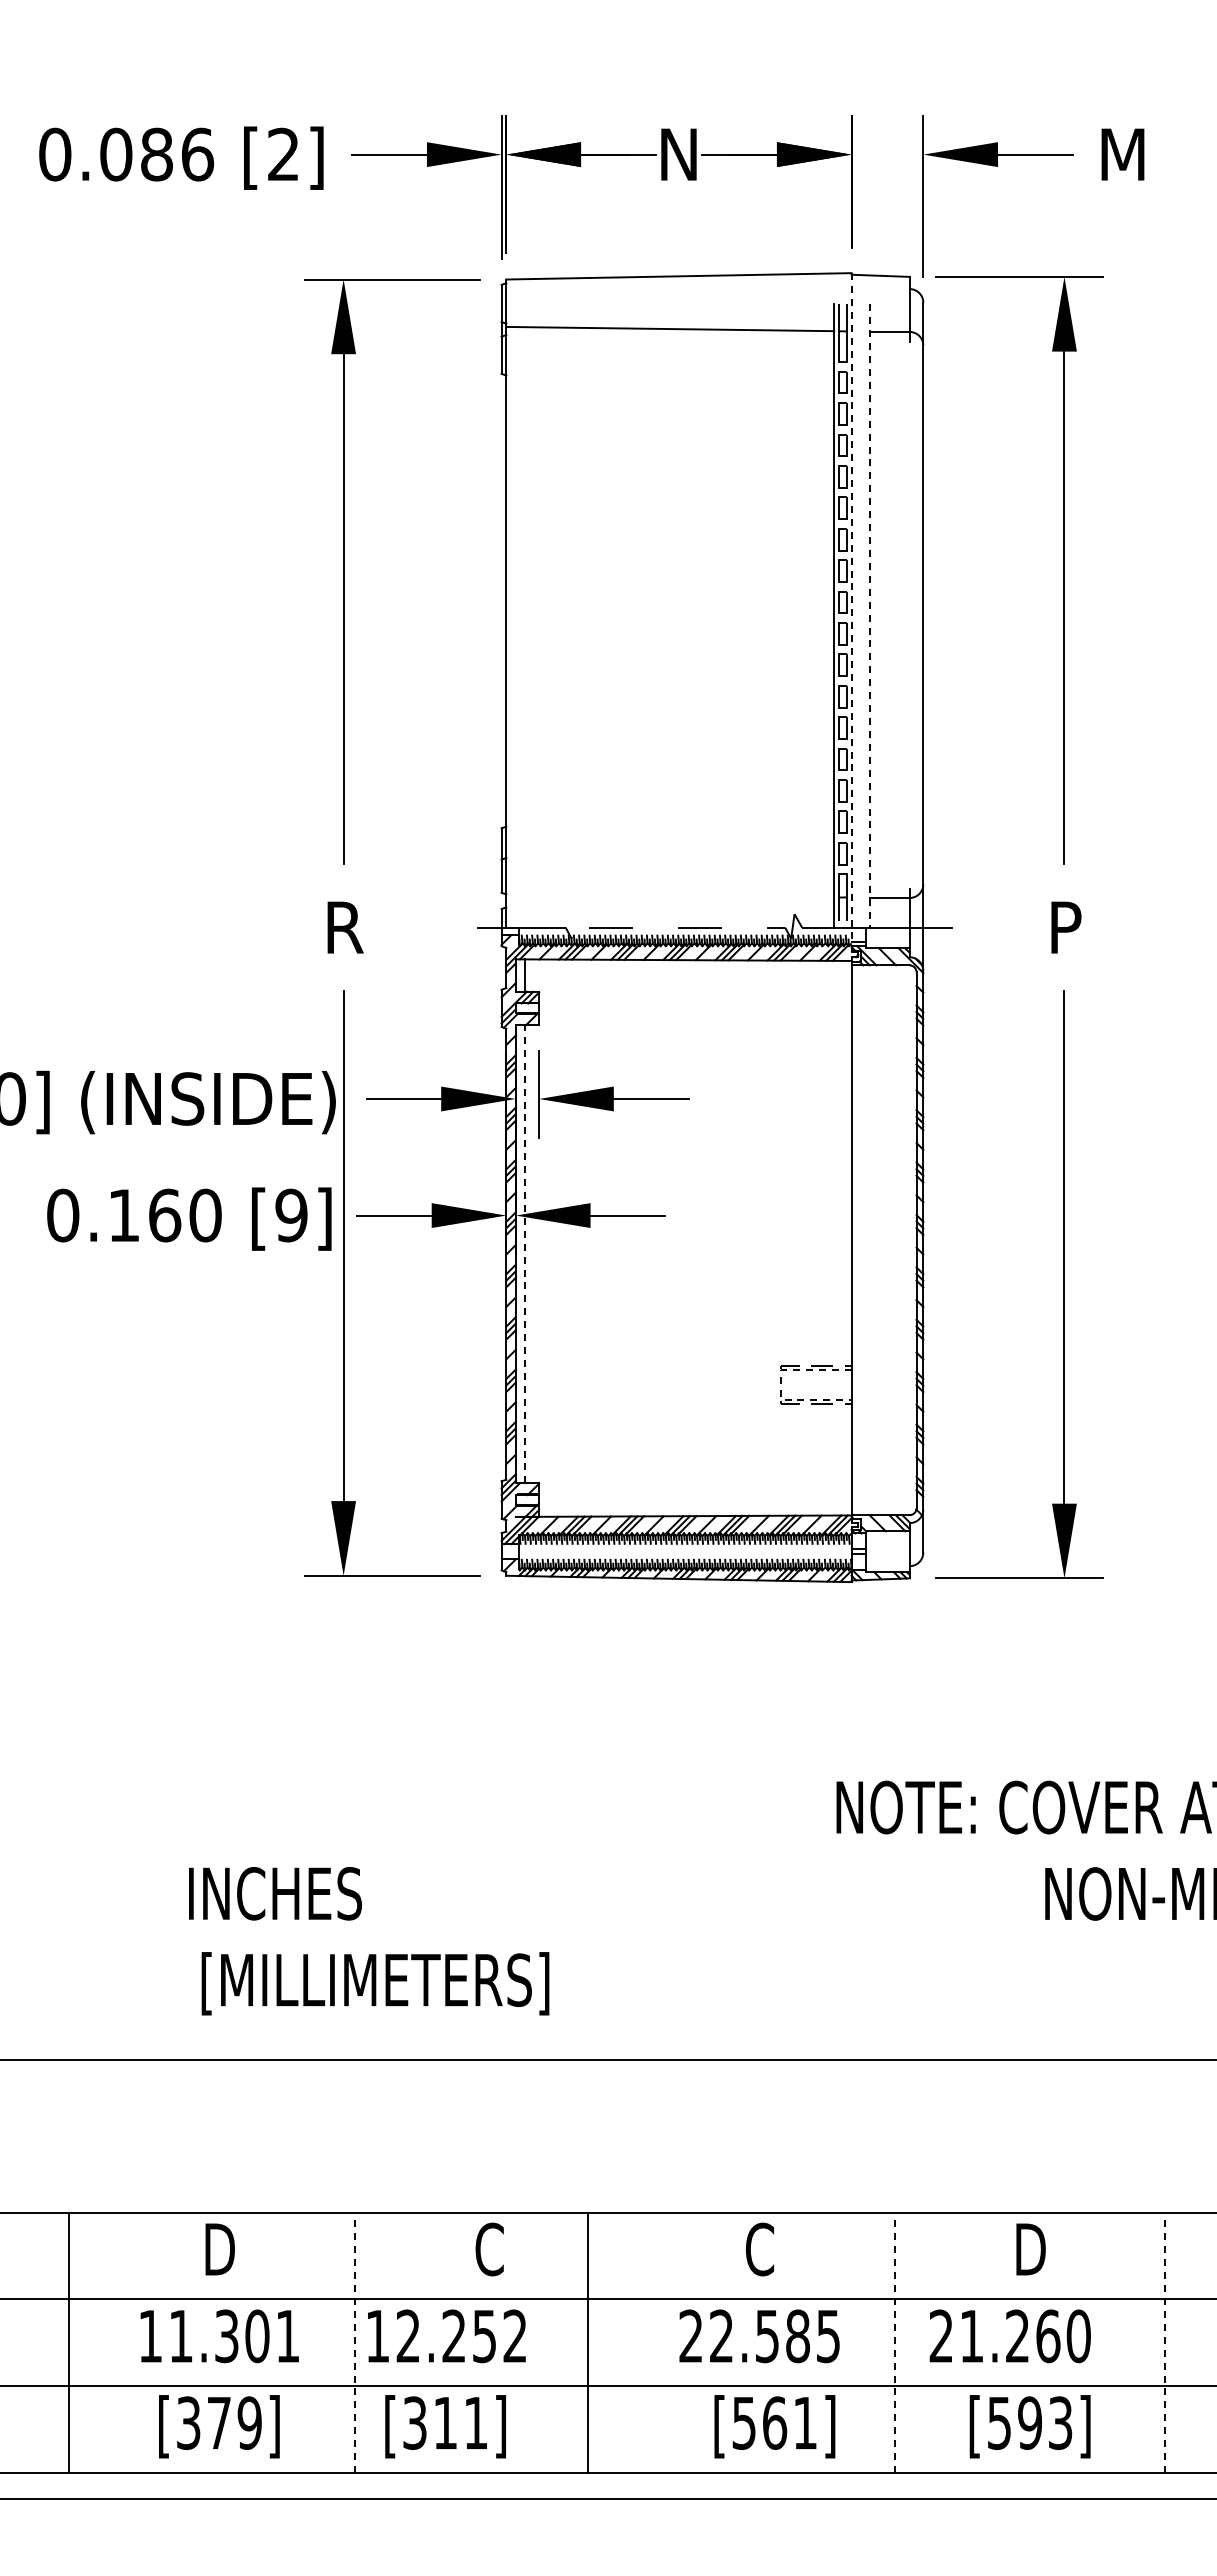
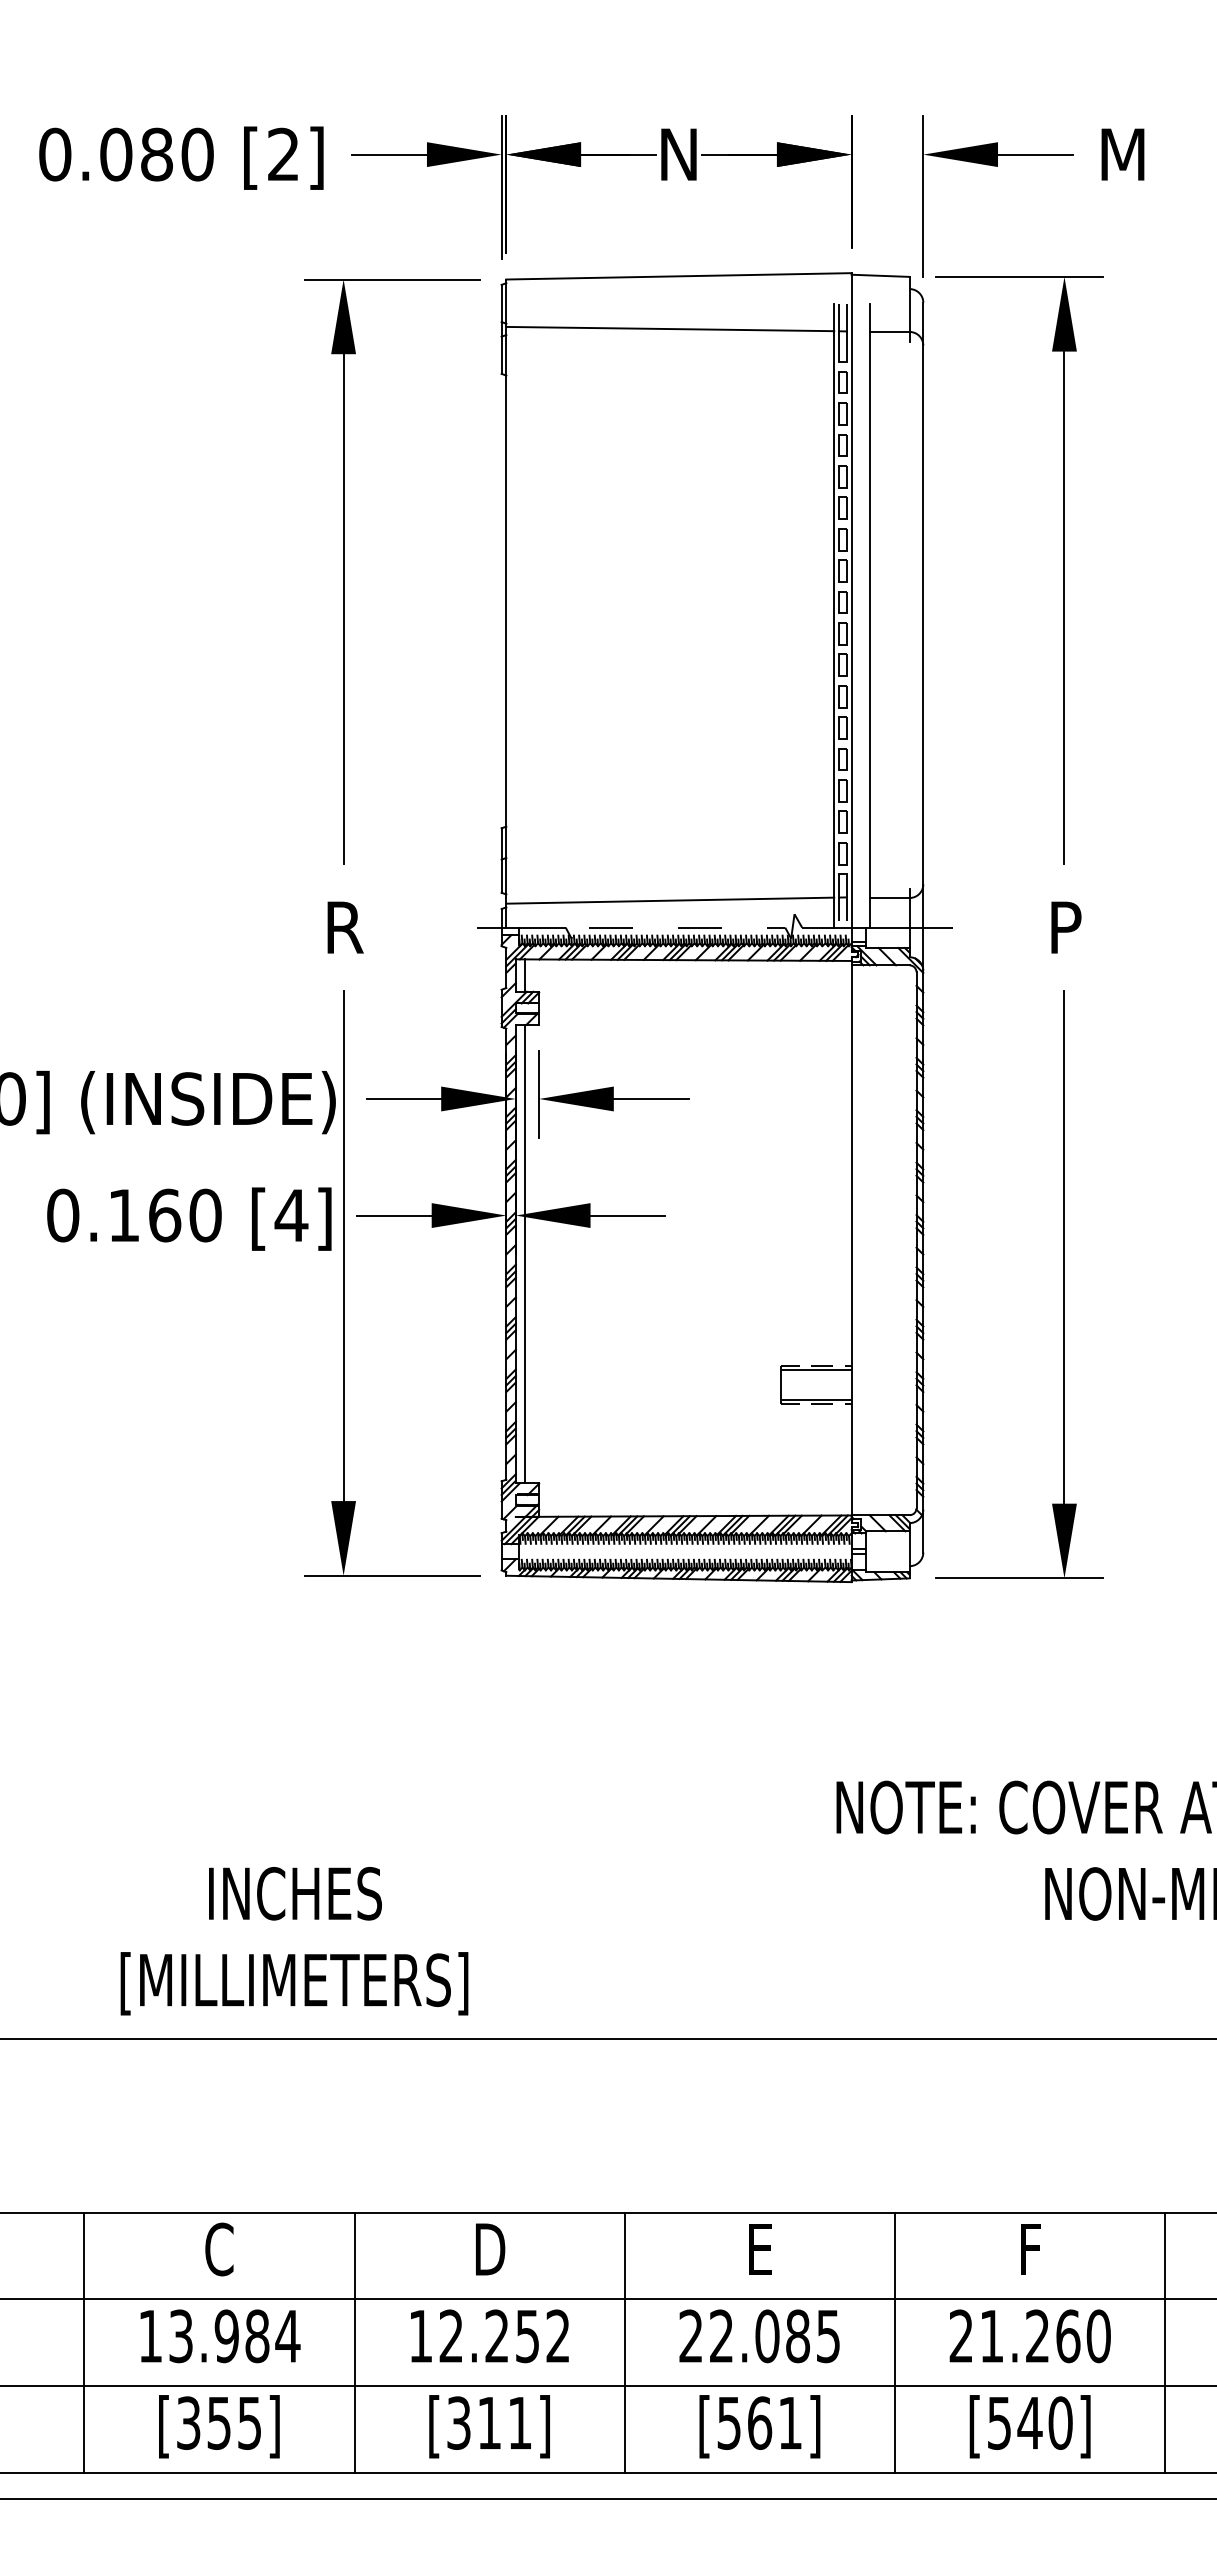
text at (197, 154): 0.086 -> 0.080
line at (851, 612): dashed -> solid
line at (869, 616): dashed -> solid
line at (670, 900): none -> present
text at (291, 1215): [9] -> [4]
line at (525, 1253): dashed -> solid
line at (781, 1385): dashed -> solid
text at (275, 1893) position: (275, 1893) -> (295, 1893)
text at (375, 1983) position: (375, 1983) -> (294, 1983)
line at (607, 2059) position: (607, 2059) -> (607, 2038)
text at (219, 2249): D -> C
text at (490, 2249): C -> D
text at (759, 2249): C -> E
text at (1030, 2249): D -> F
text at (234, 2336): 11.301 -> 13.984
text at (446, 2336) position: (446, 2336) -> (489, 2336)
text at (767, 2336): 22.585 -> 22.085
text at (1009, 2336) position: (1009, 2336) -> (1029, 2336)
line at (69, 2342) position: (69, 2342) -> (84, 2342)
line at (354, 2342): dashed -> solid
line at (587, 2342) position: (587, 2342) -> (624, 2342)
line at (895, 2342): dashed -> solid
line at (1165, 2342): dashed -> solid
text at (234, 2422): [379] -> [355]
text at (1044, 2422): [593] -> [540]
text at (445, 2426) position: (445, 2426) -> (489, 2426)
text at (774, 2426) position: (774, 2426) -> (759, 2426)
